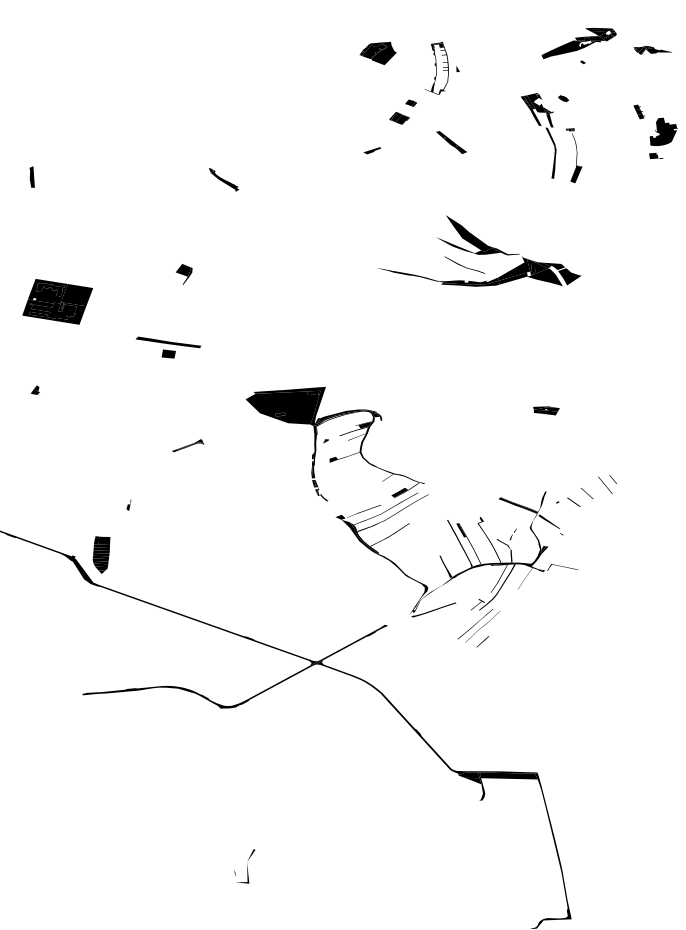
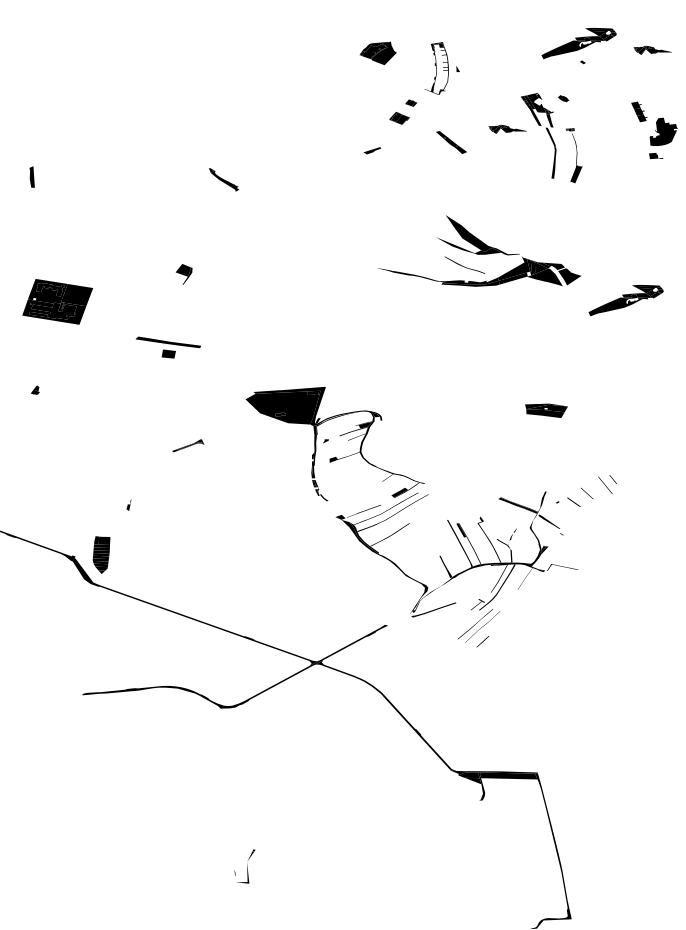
part at (638, 111) size: 12x16 px -> 17x22 px
part at (507, 128): none -> present
part at (625, 300): none -> present
part at (546, 410) size: 27x10 px -> 43x15 px
fill at (347, 416): present -> none
